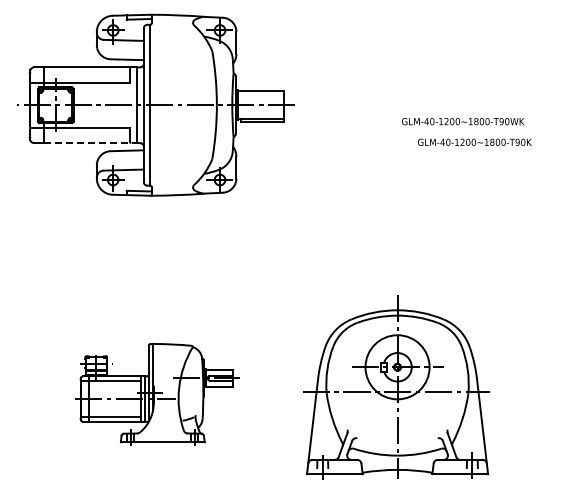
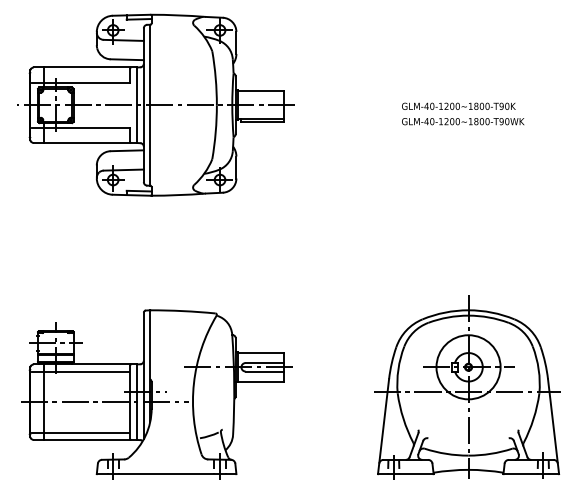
text at (474, 141) position: (474, 141) -> (458, 105)
line at (91, 143): dashed -> solid
part at (396, 387) position: (396, 387) -> (467, 387)
part at (157, 394) size: 165x103 px -> 272x171 px
